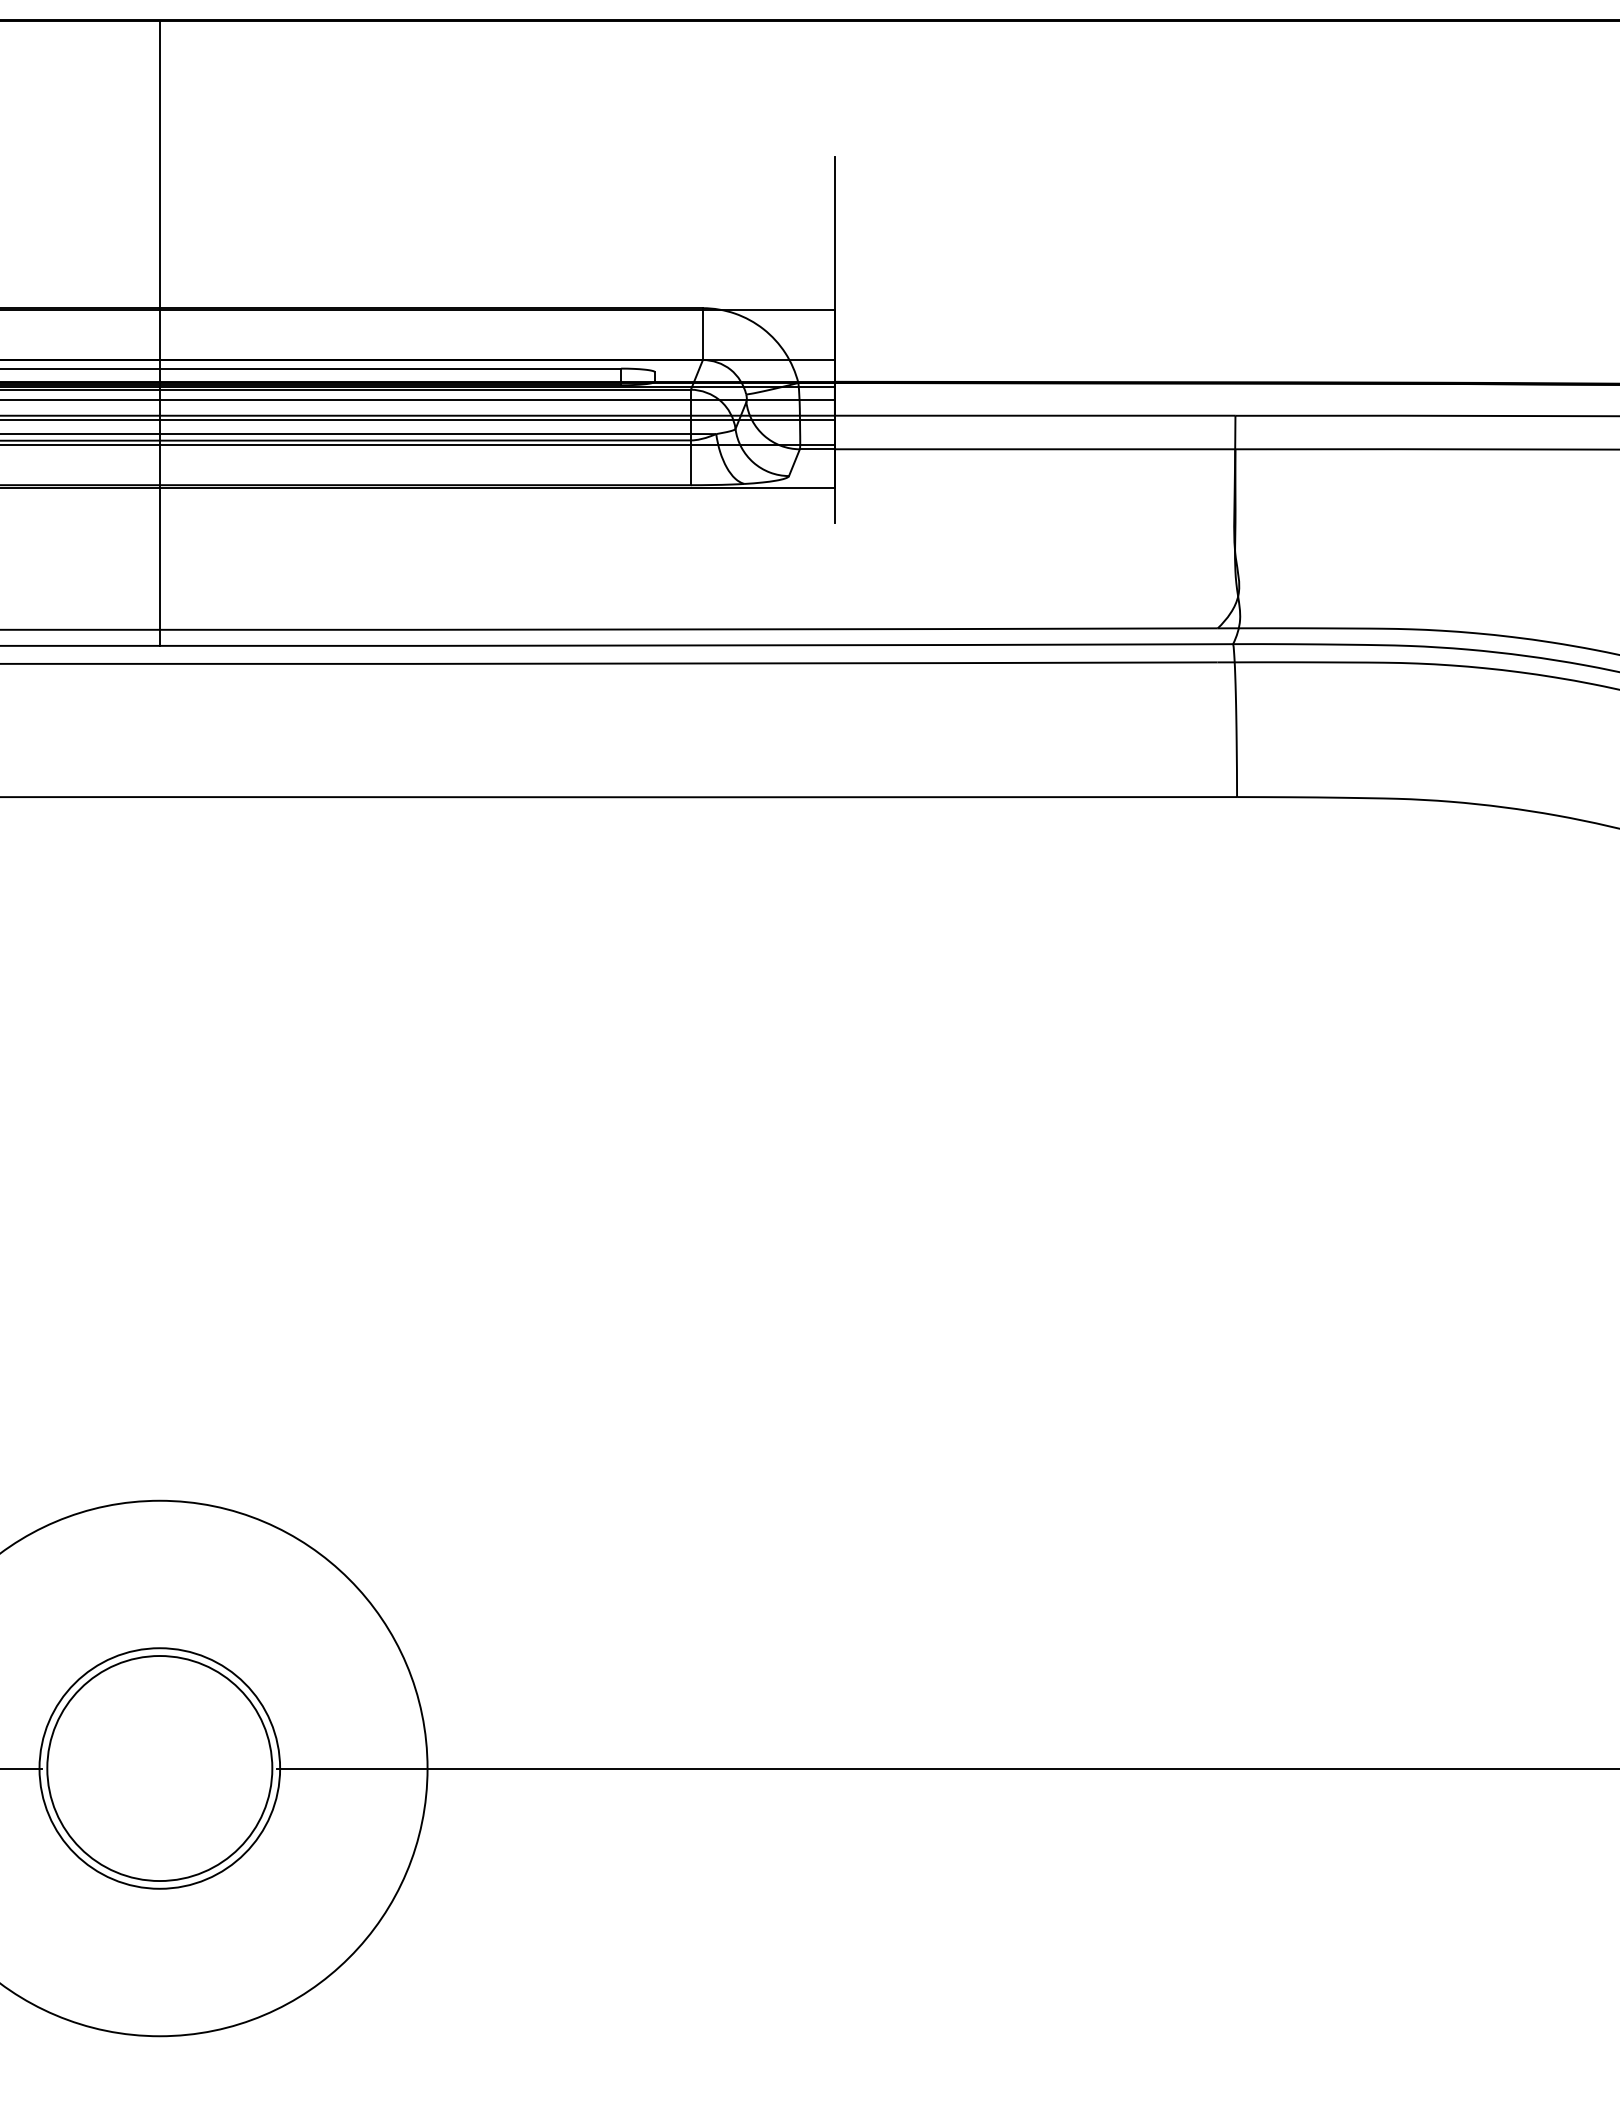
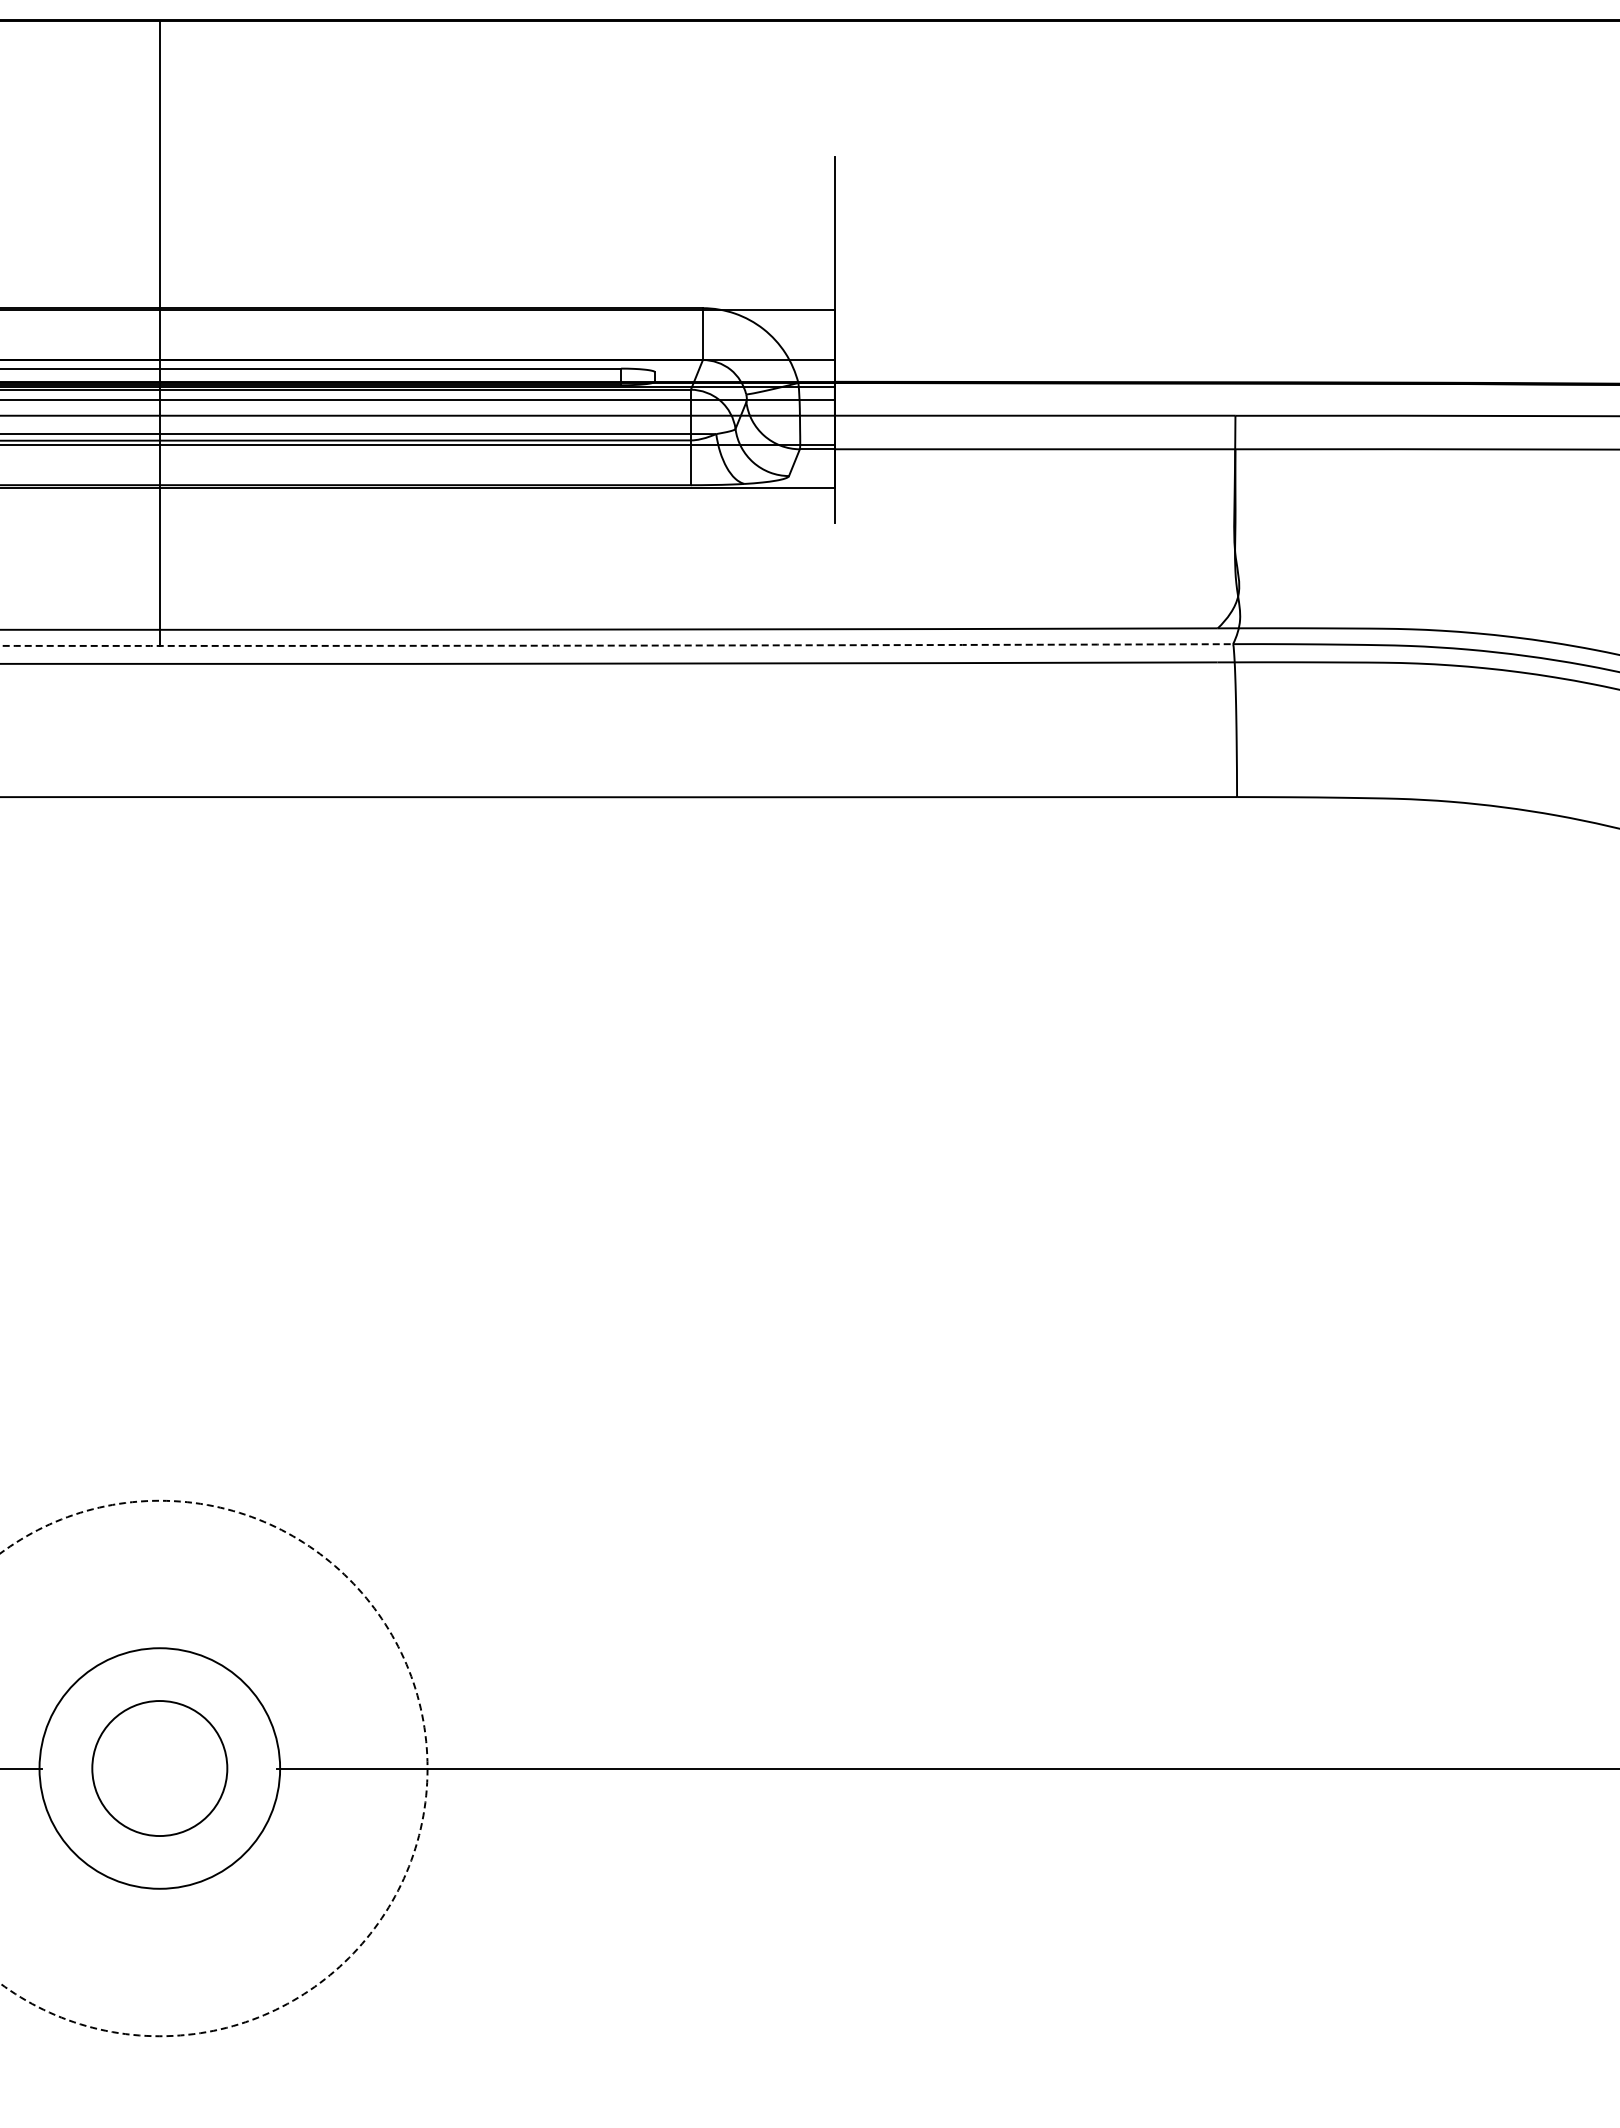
line at (418, 419): present -> none
arc at (616, 645): solid -> dashed
circle at (159, 1768) diameter: 225 px -> 135 px
circle at (213, 1768): solid -> dashed
